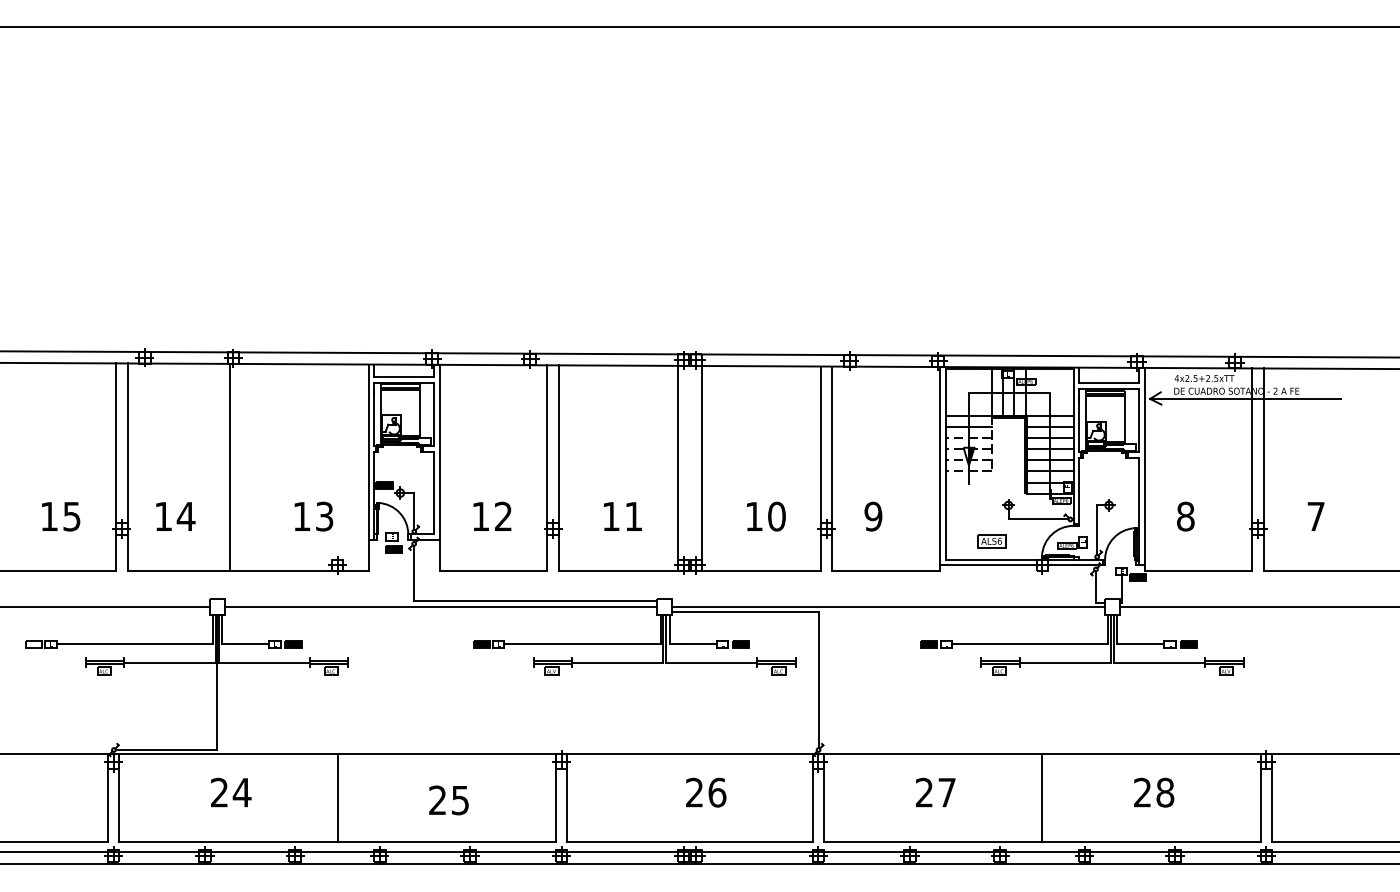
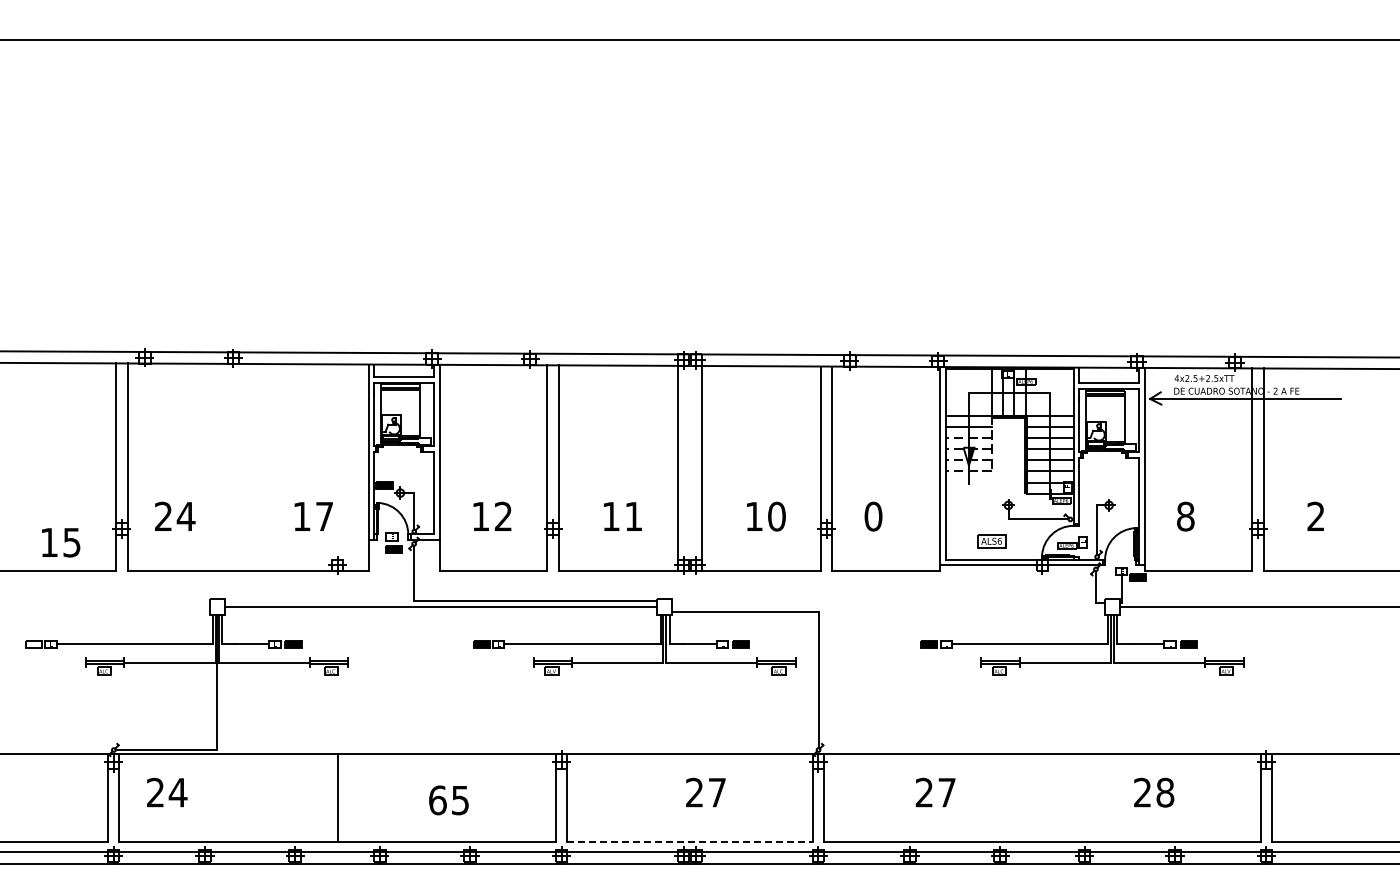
line at (699, 26) position: (699, 26) -> (699, 39)
line at (230, 467): present -> none
text at (163, 515): 14 -> 24
text at (1315, 515): 7 -> 2
text at (61, 516) position: (61, 516) -> (61, 542)
text at (324, 516): 13 -> 17
text at (873, 516): 9 -> 0
line at (105, 606): present -> none
line at (888, 606): present -> none
text at (231, 792) position: (231, 792) -> (167, 792)
text at (717, 792): 26 -> 27
line at (1042, 797): present -> none
text at (437, 800): 25 -> 65
line at (689, 842): solid -> dashed
